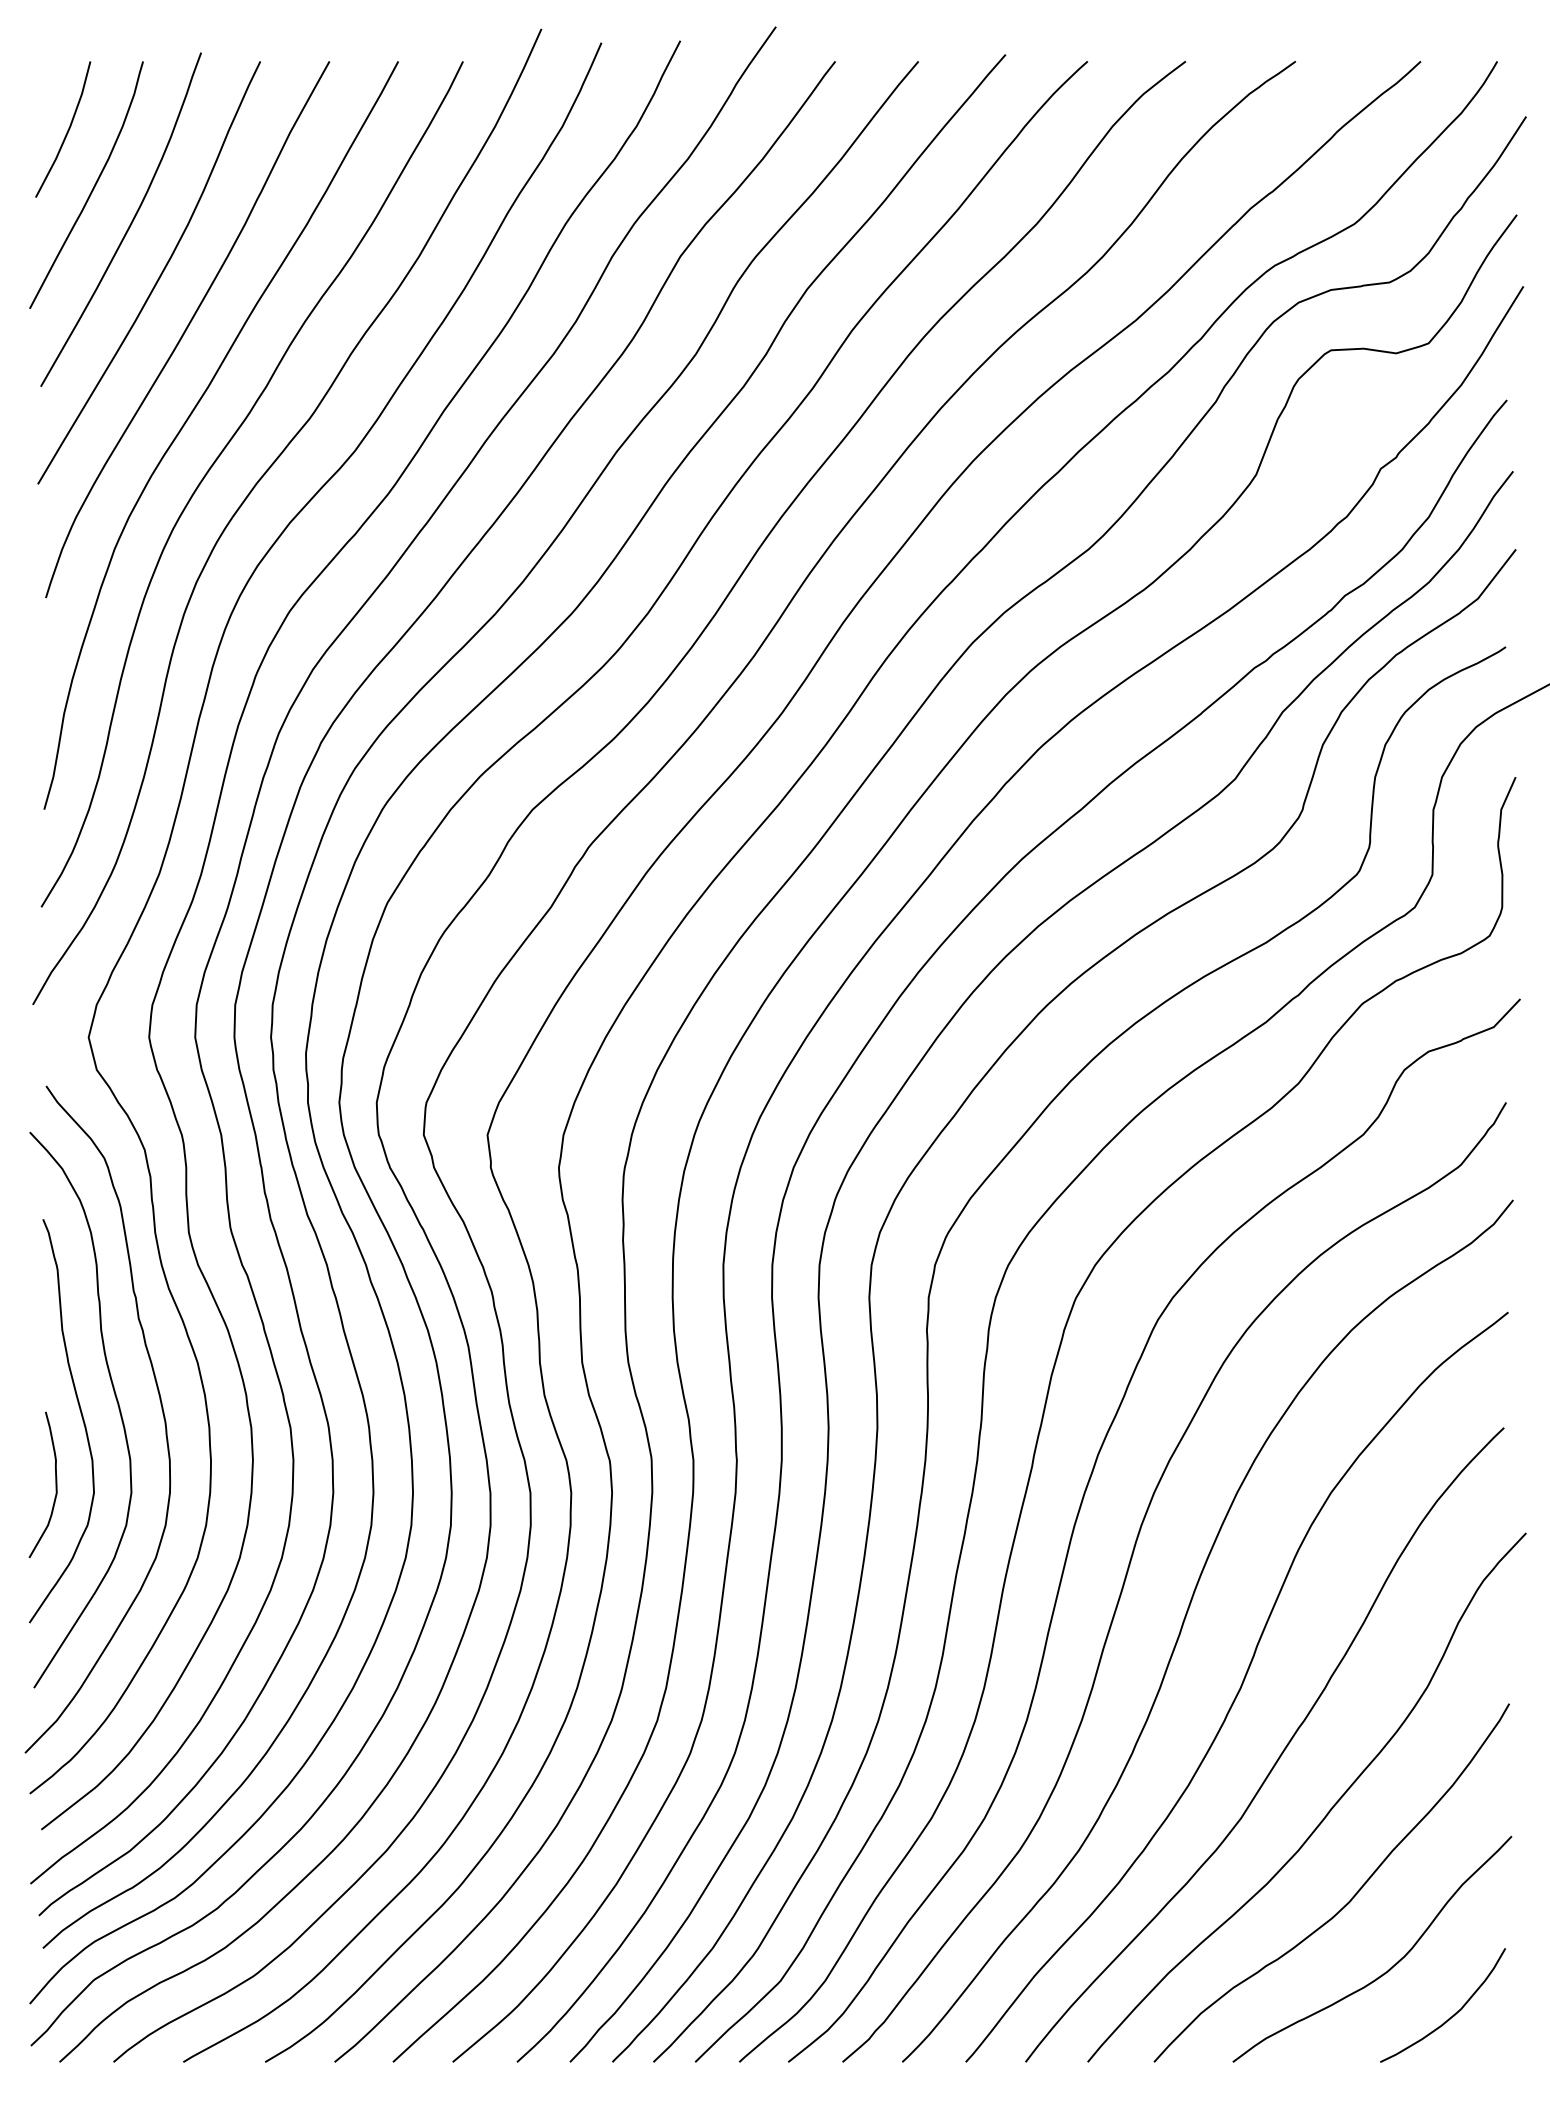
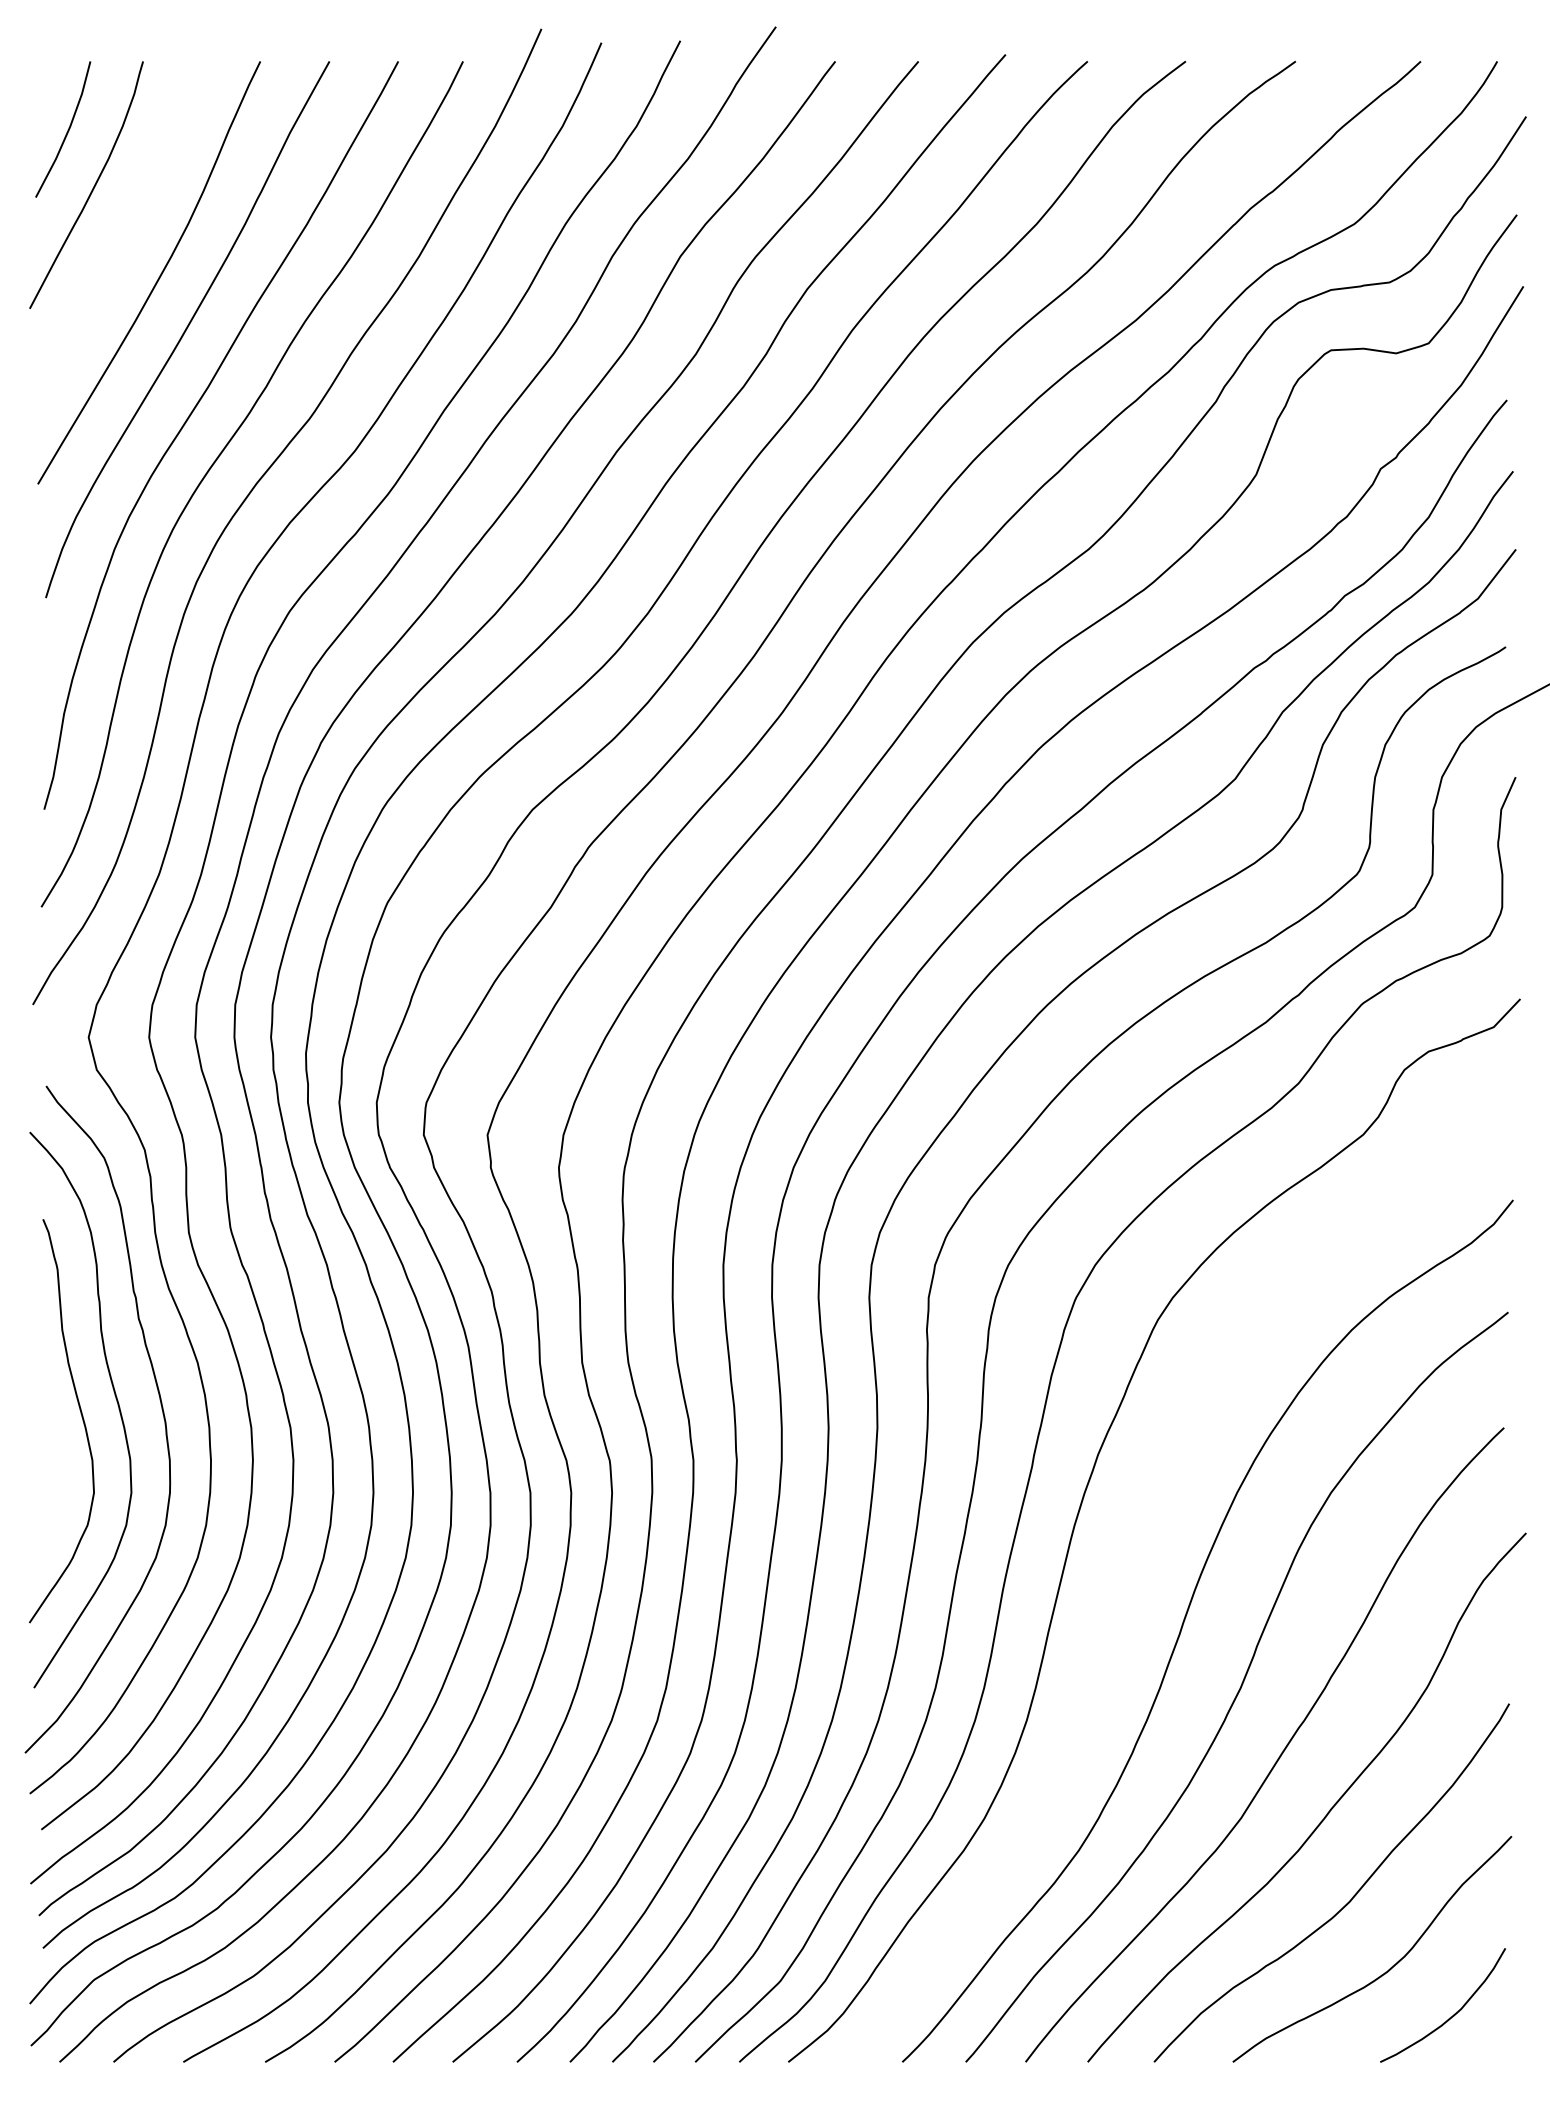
curve at (129, 224): present -> none
curve at (55, 1484): present -> none
curve at (1128, 1572): present -> none
